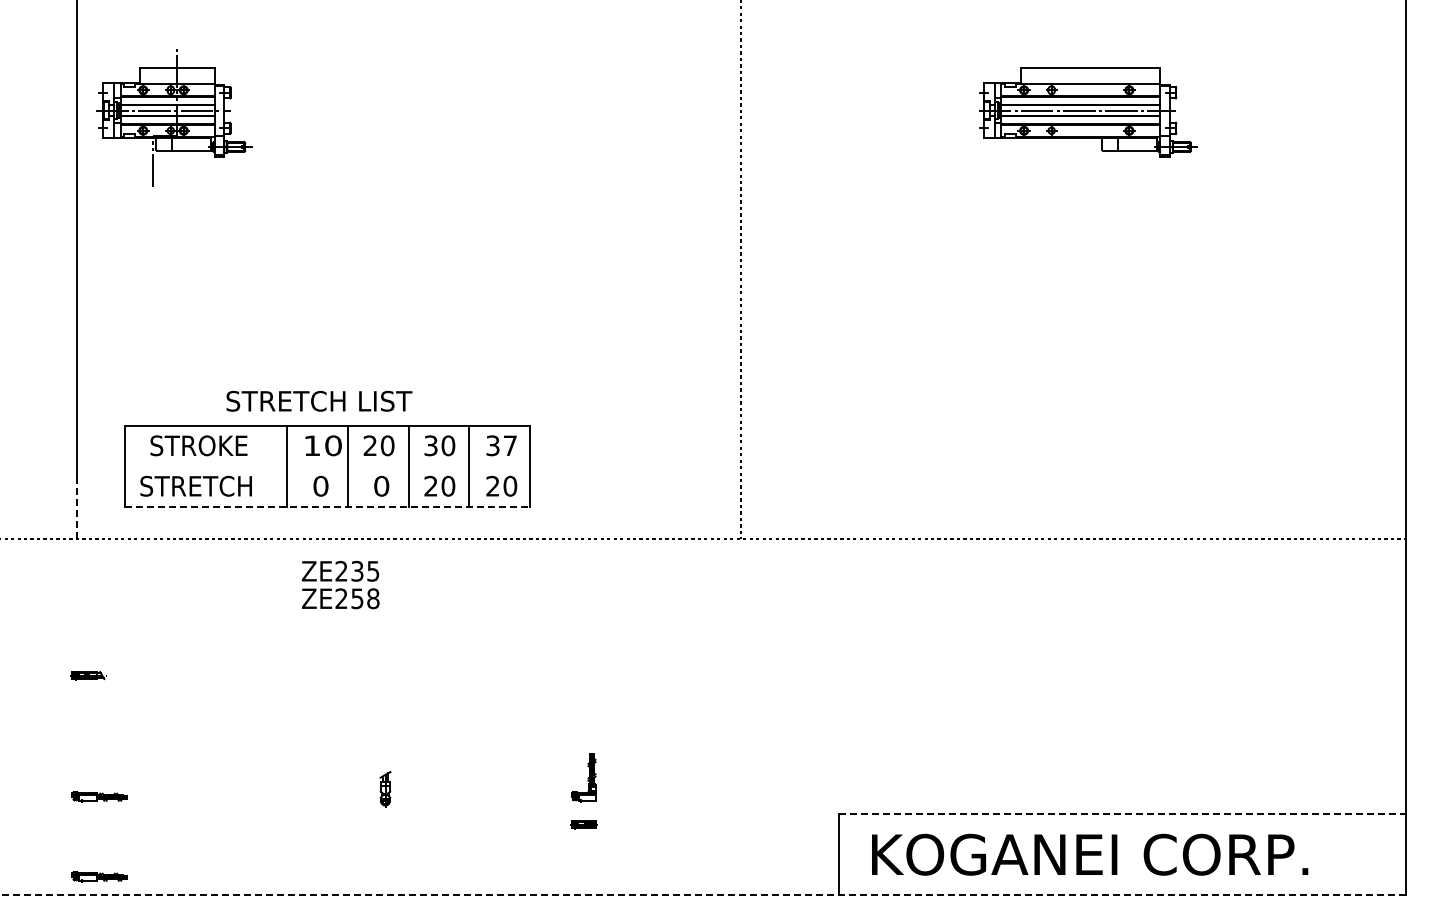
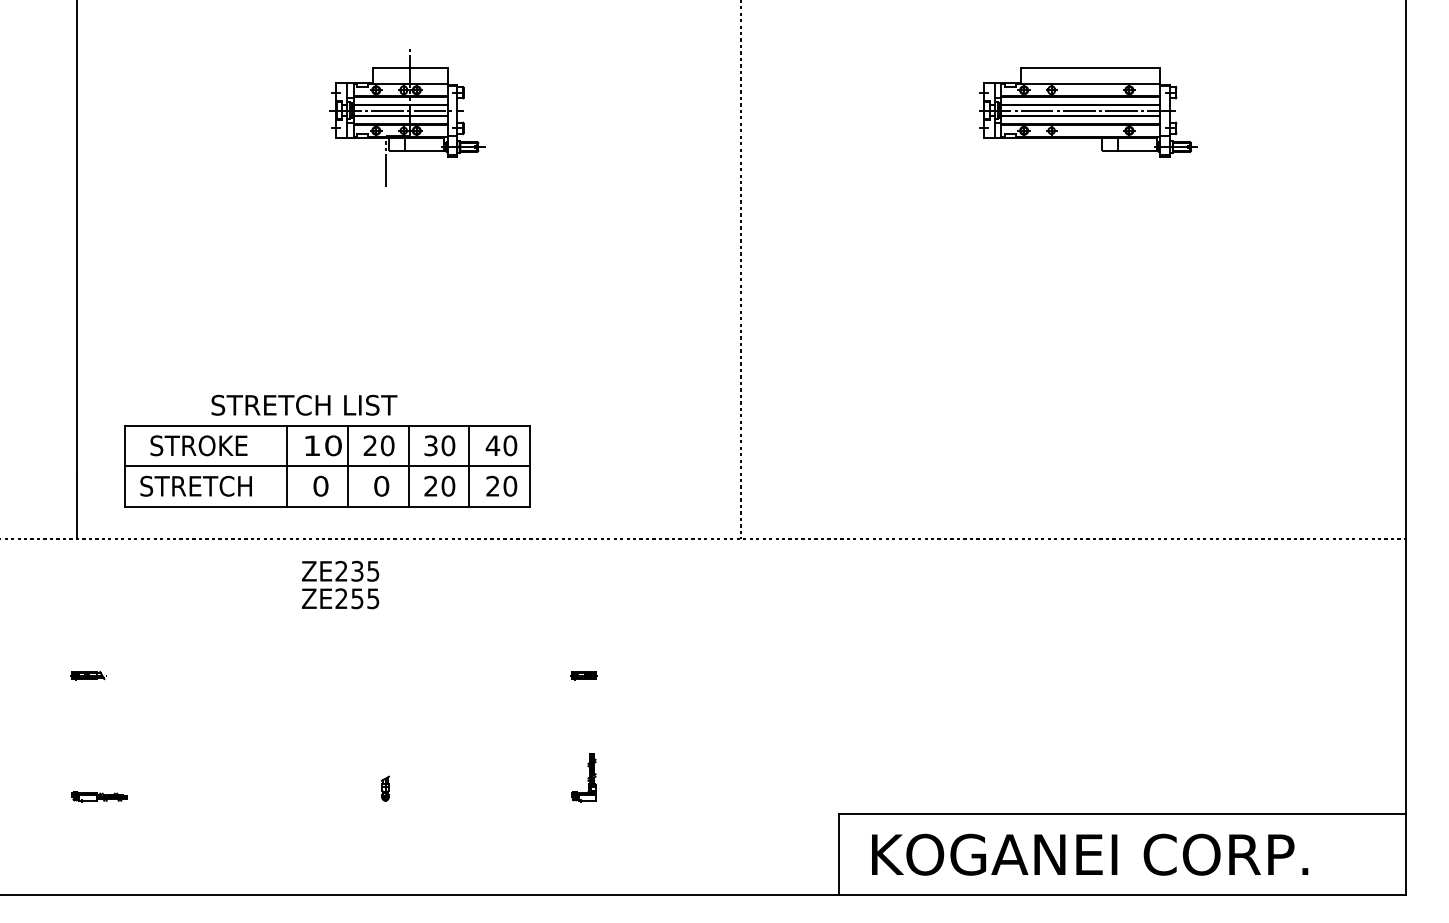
part at (174, 117) position: (174, 117) -> (407, 117)
text at (319, 400) position: (319, 400) -> (304, 404)
text at (501, 445): 37 -> 40
line at (327, 466): none -> present
line at (328, 506): dashed -> solid
line at (76, 508): dashed -> solid
text at (373, 598): ZE258 -> ZE255
part at (385, 789) size: 13x37 px -> 9x27 px
line at (1122, 814): dashed -> solid
part at (583, 824) position: (583, 824) -> (583, 675)
part at (99, 876): present -> none
line at (703, 895): dashed -> solid
